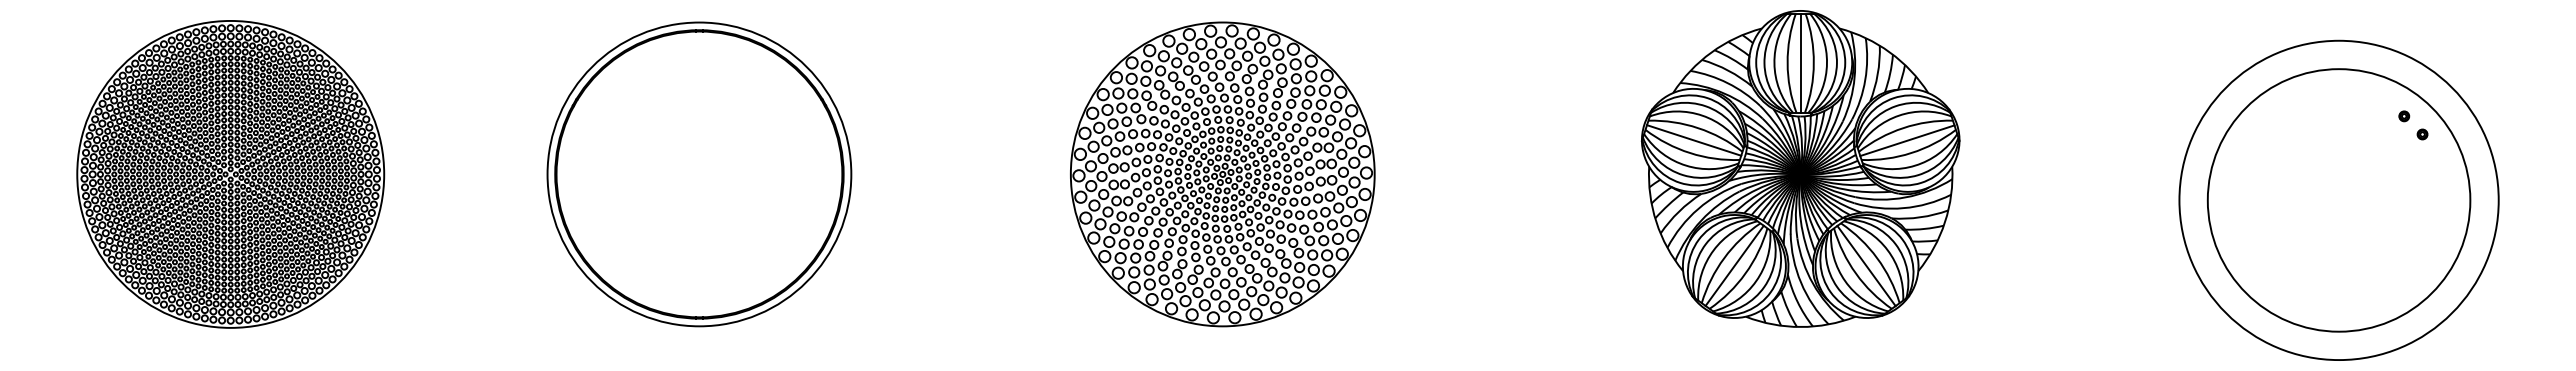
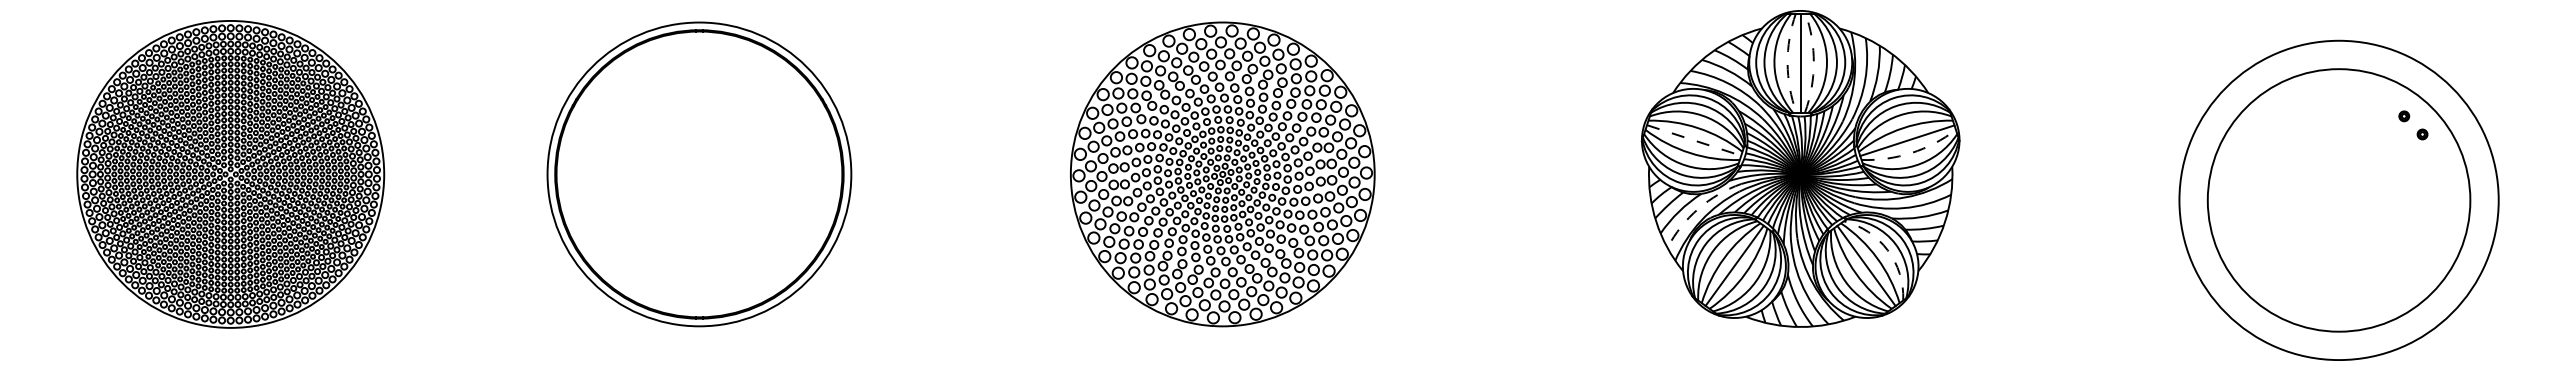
arc at (1787, 63): solid -> dashed
arc at (1813, 63): solid -> dashed
line at (1694, 140): solid -> dashed
arc at (1911, 153): solid -> dashed
arc at (1698, 208): solid -> dashed
arc at (1887, 250): solid -> dashed
